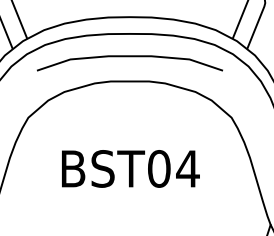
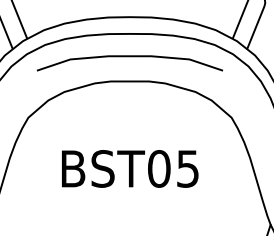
text at (187, 168): BST04 -> BST05
